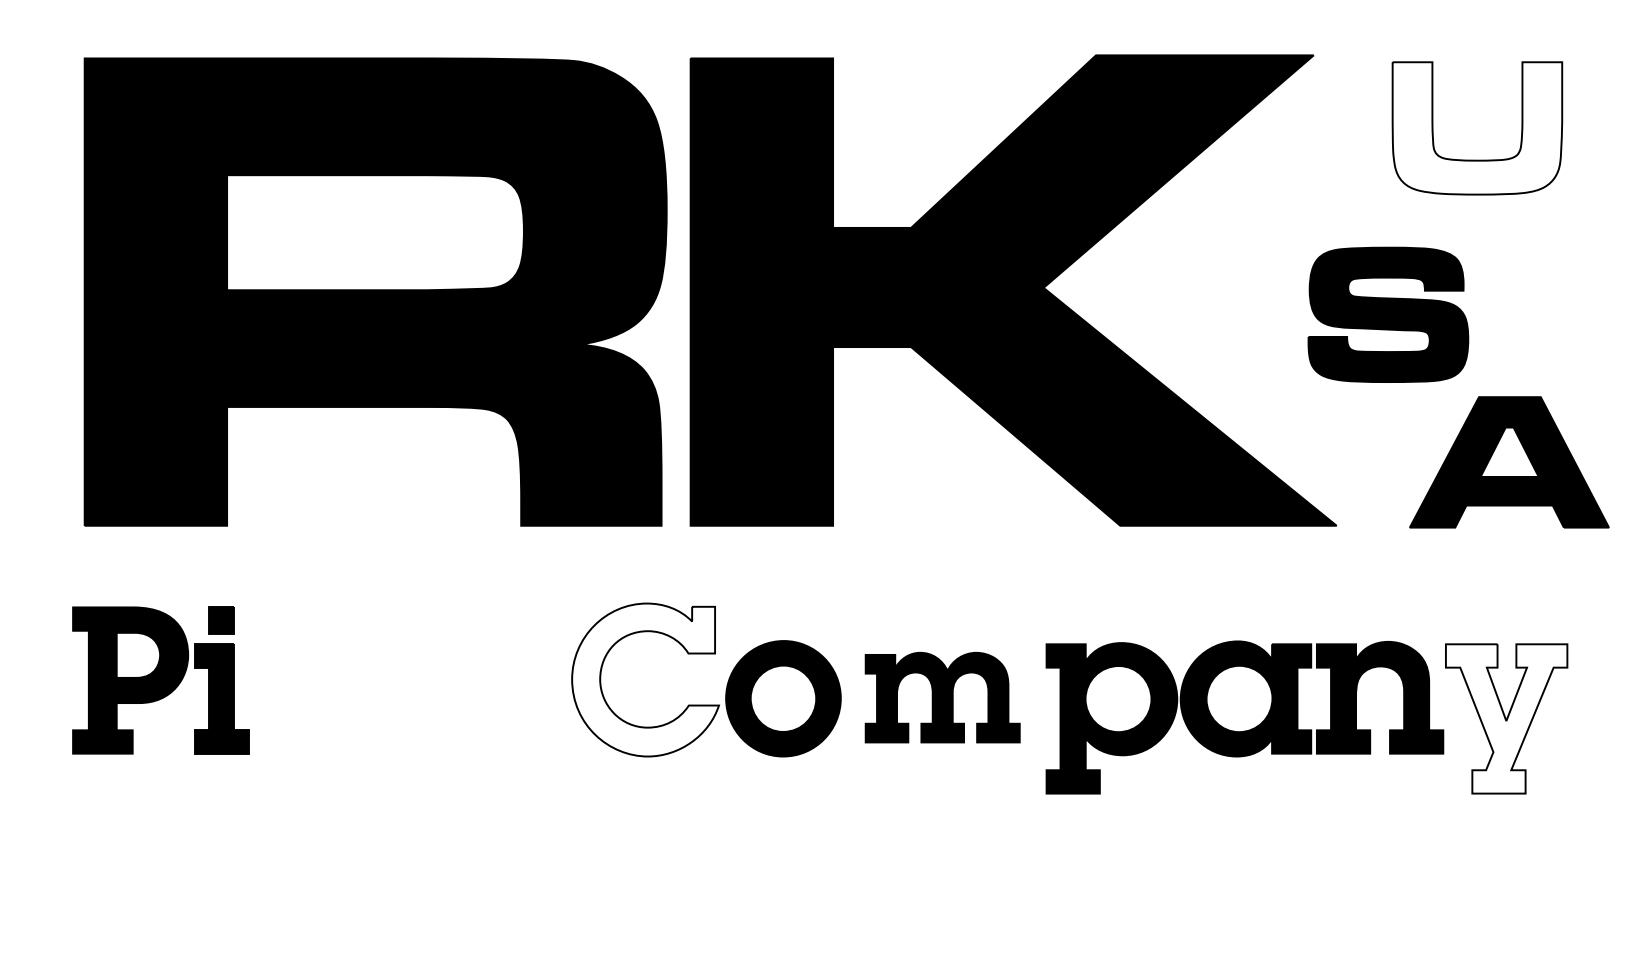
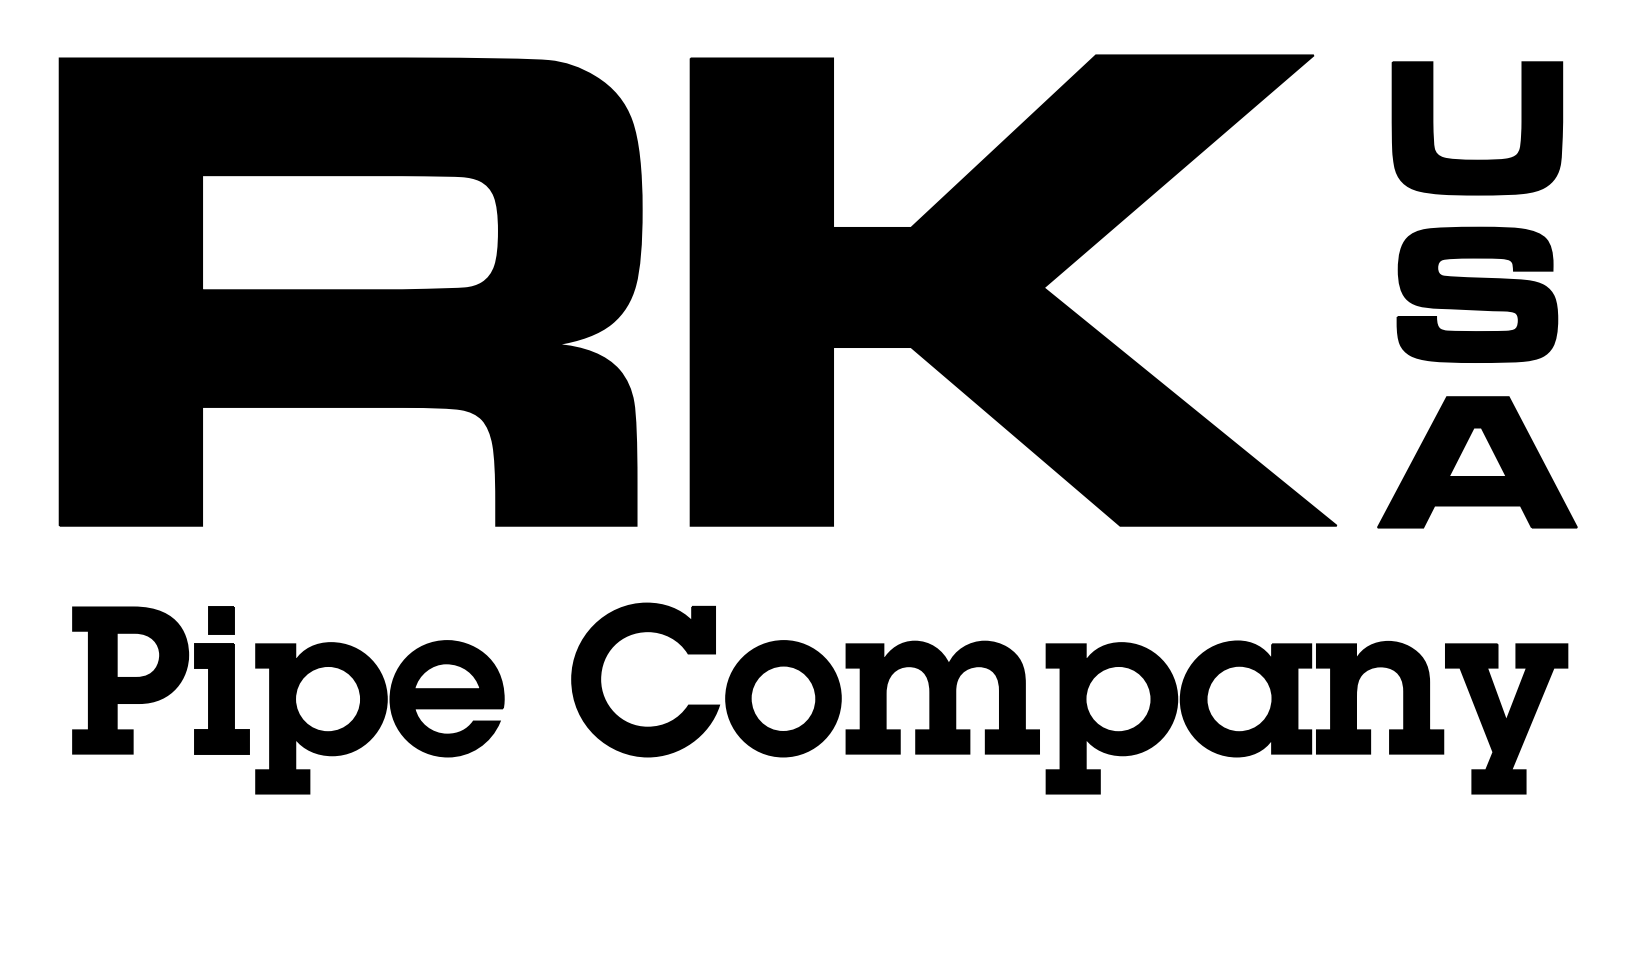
fill at (1477, 128): none -> present
part at (375, 291) position: (375, 291) -> (350, 291)
part at (1388, 314) position: (1388, 314) -> (1477, 294)
part at (1509, 462) position: (1509, 462) -> (1477, 462)
fill at (645, 679): none -> present
part at (942, 697) size: 157x93 px -> 195x115 px
part at (379, 717): none -> present
fill at (1506, 718): none -> present
